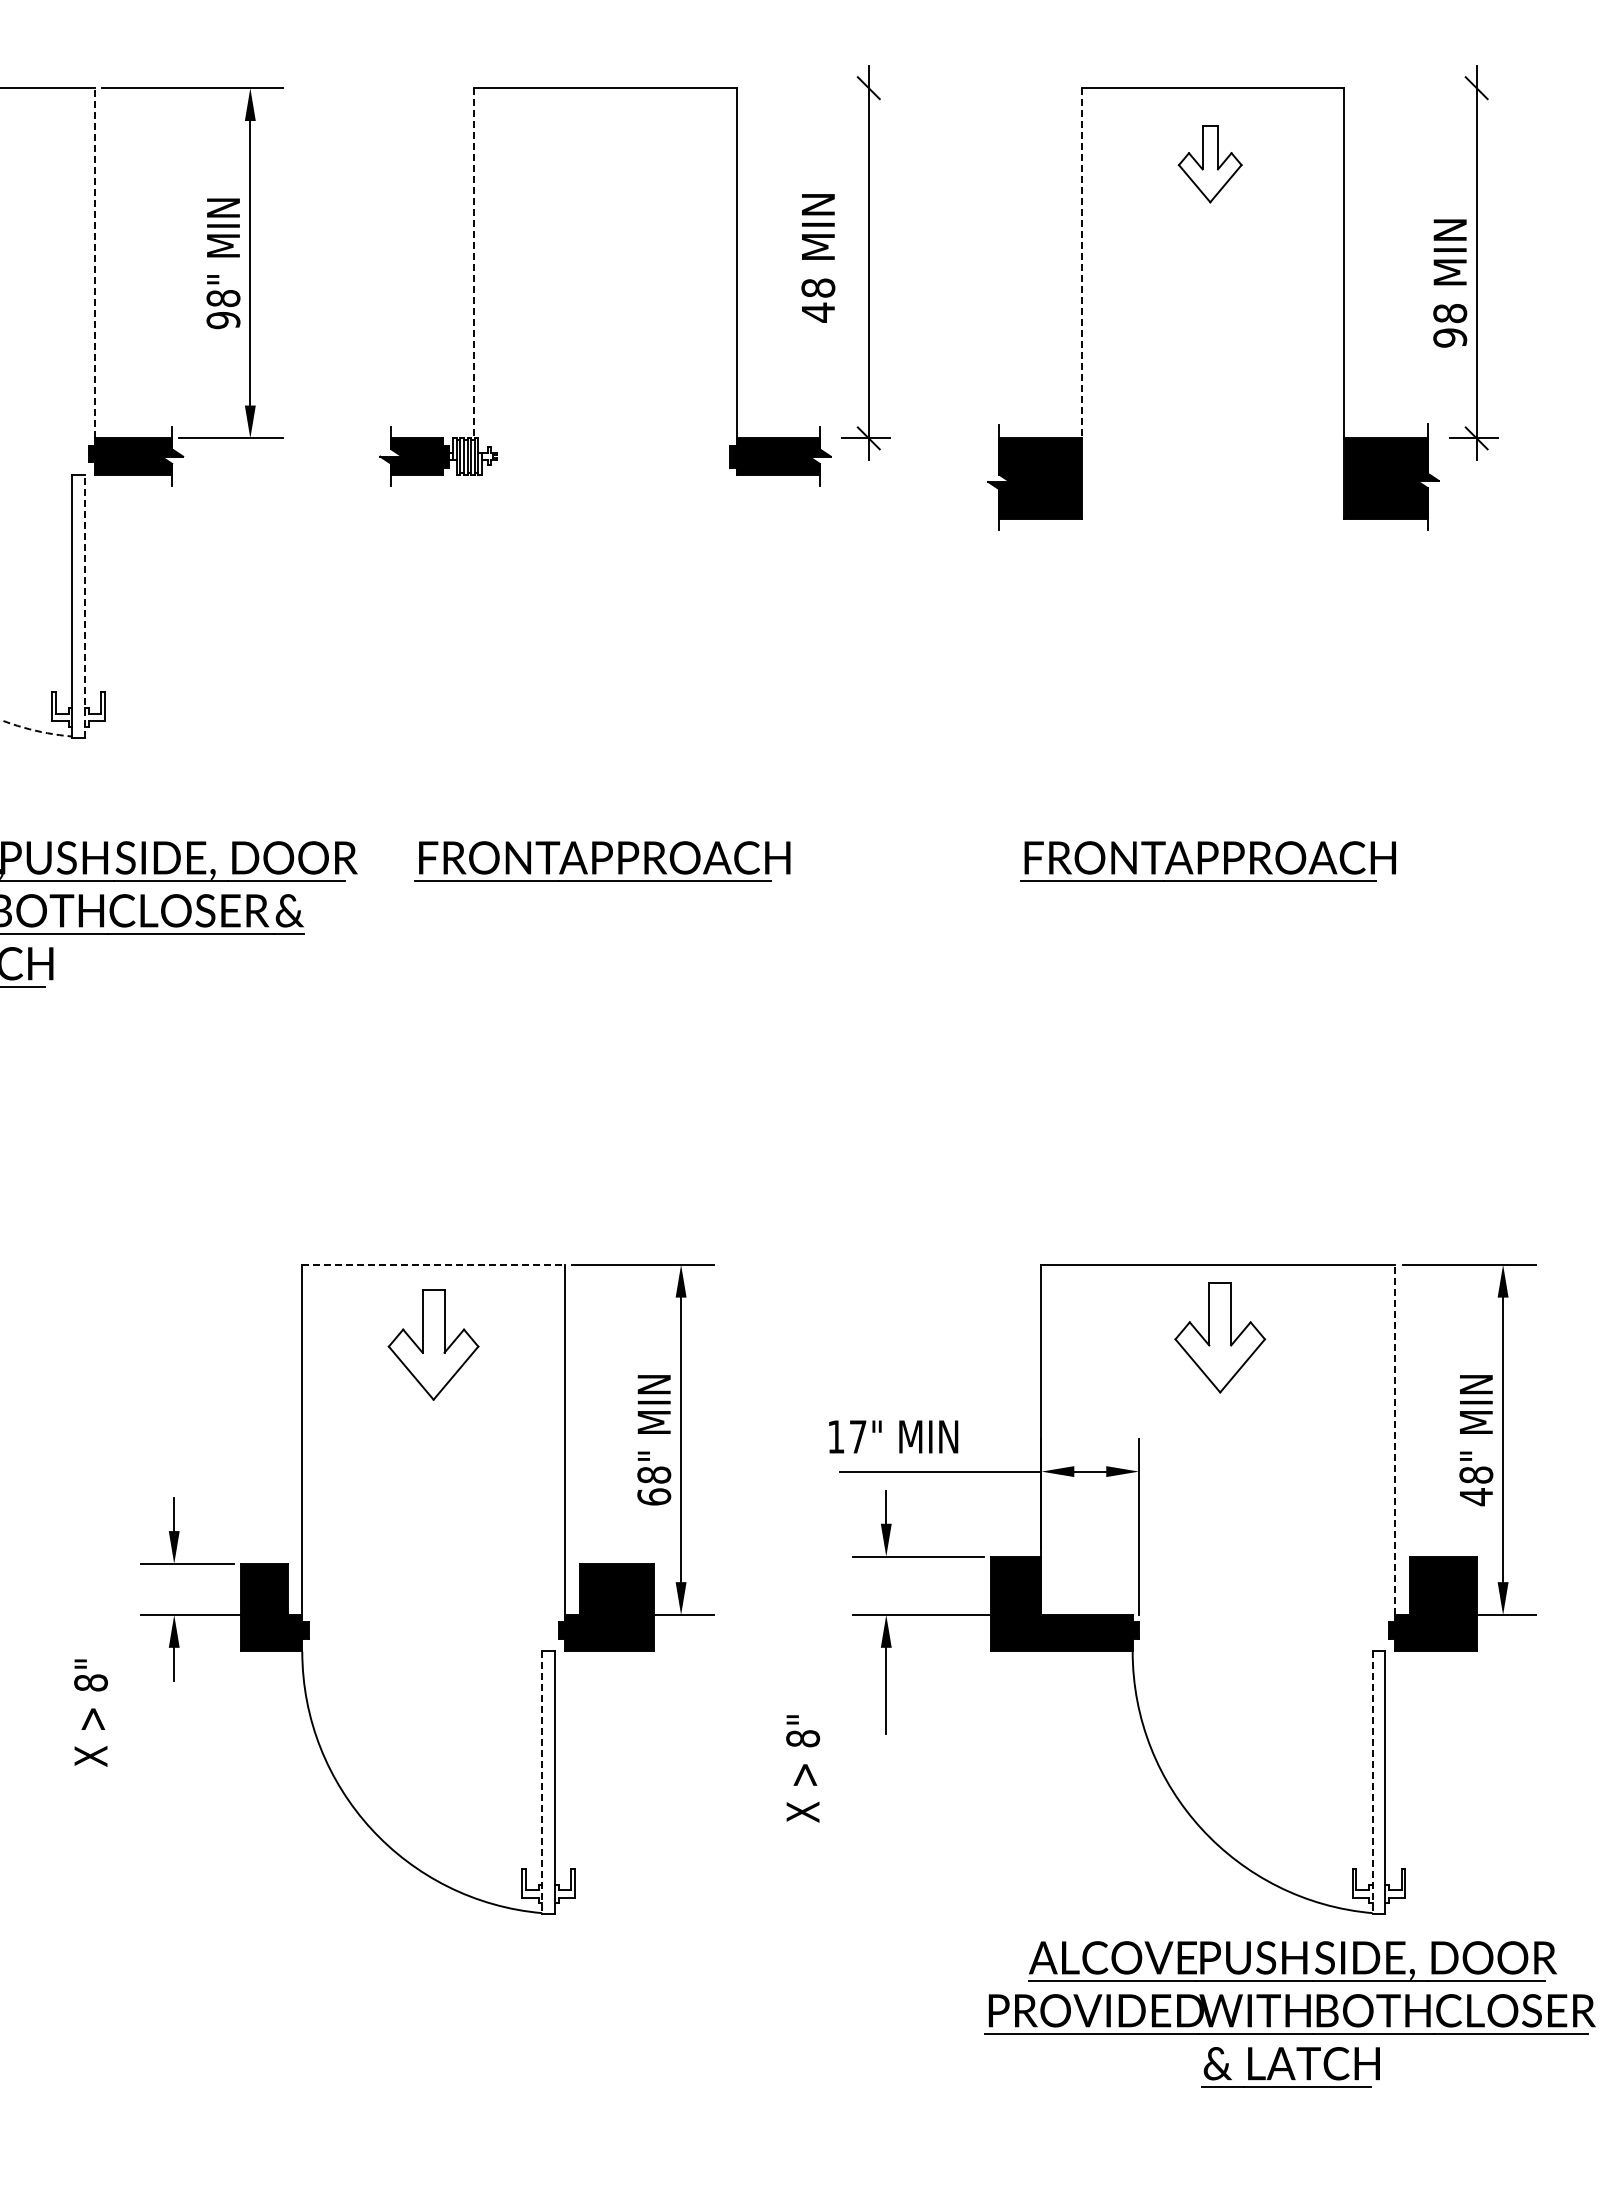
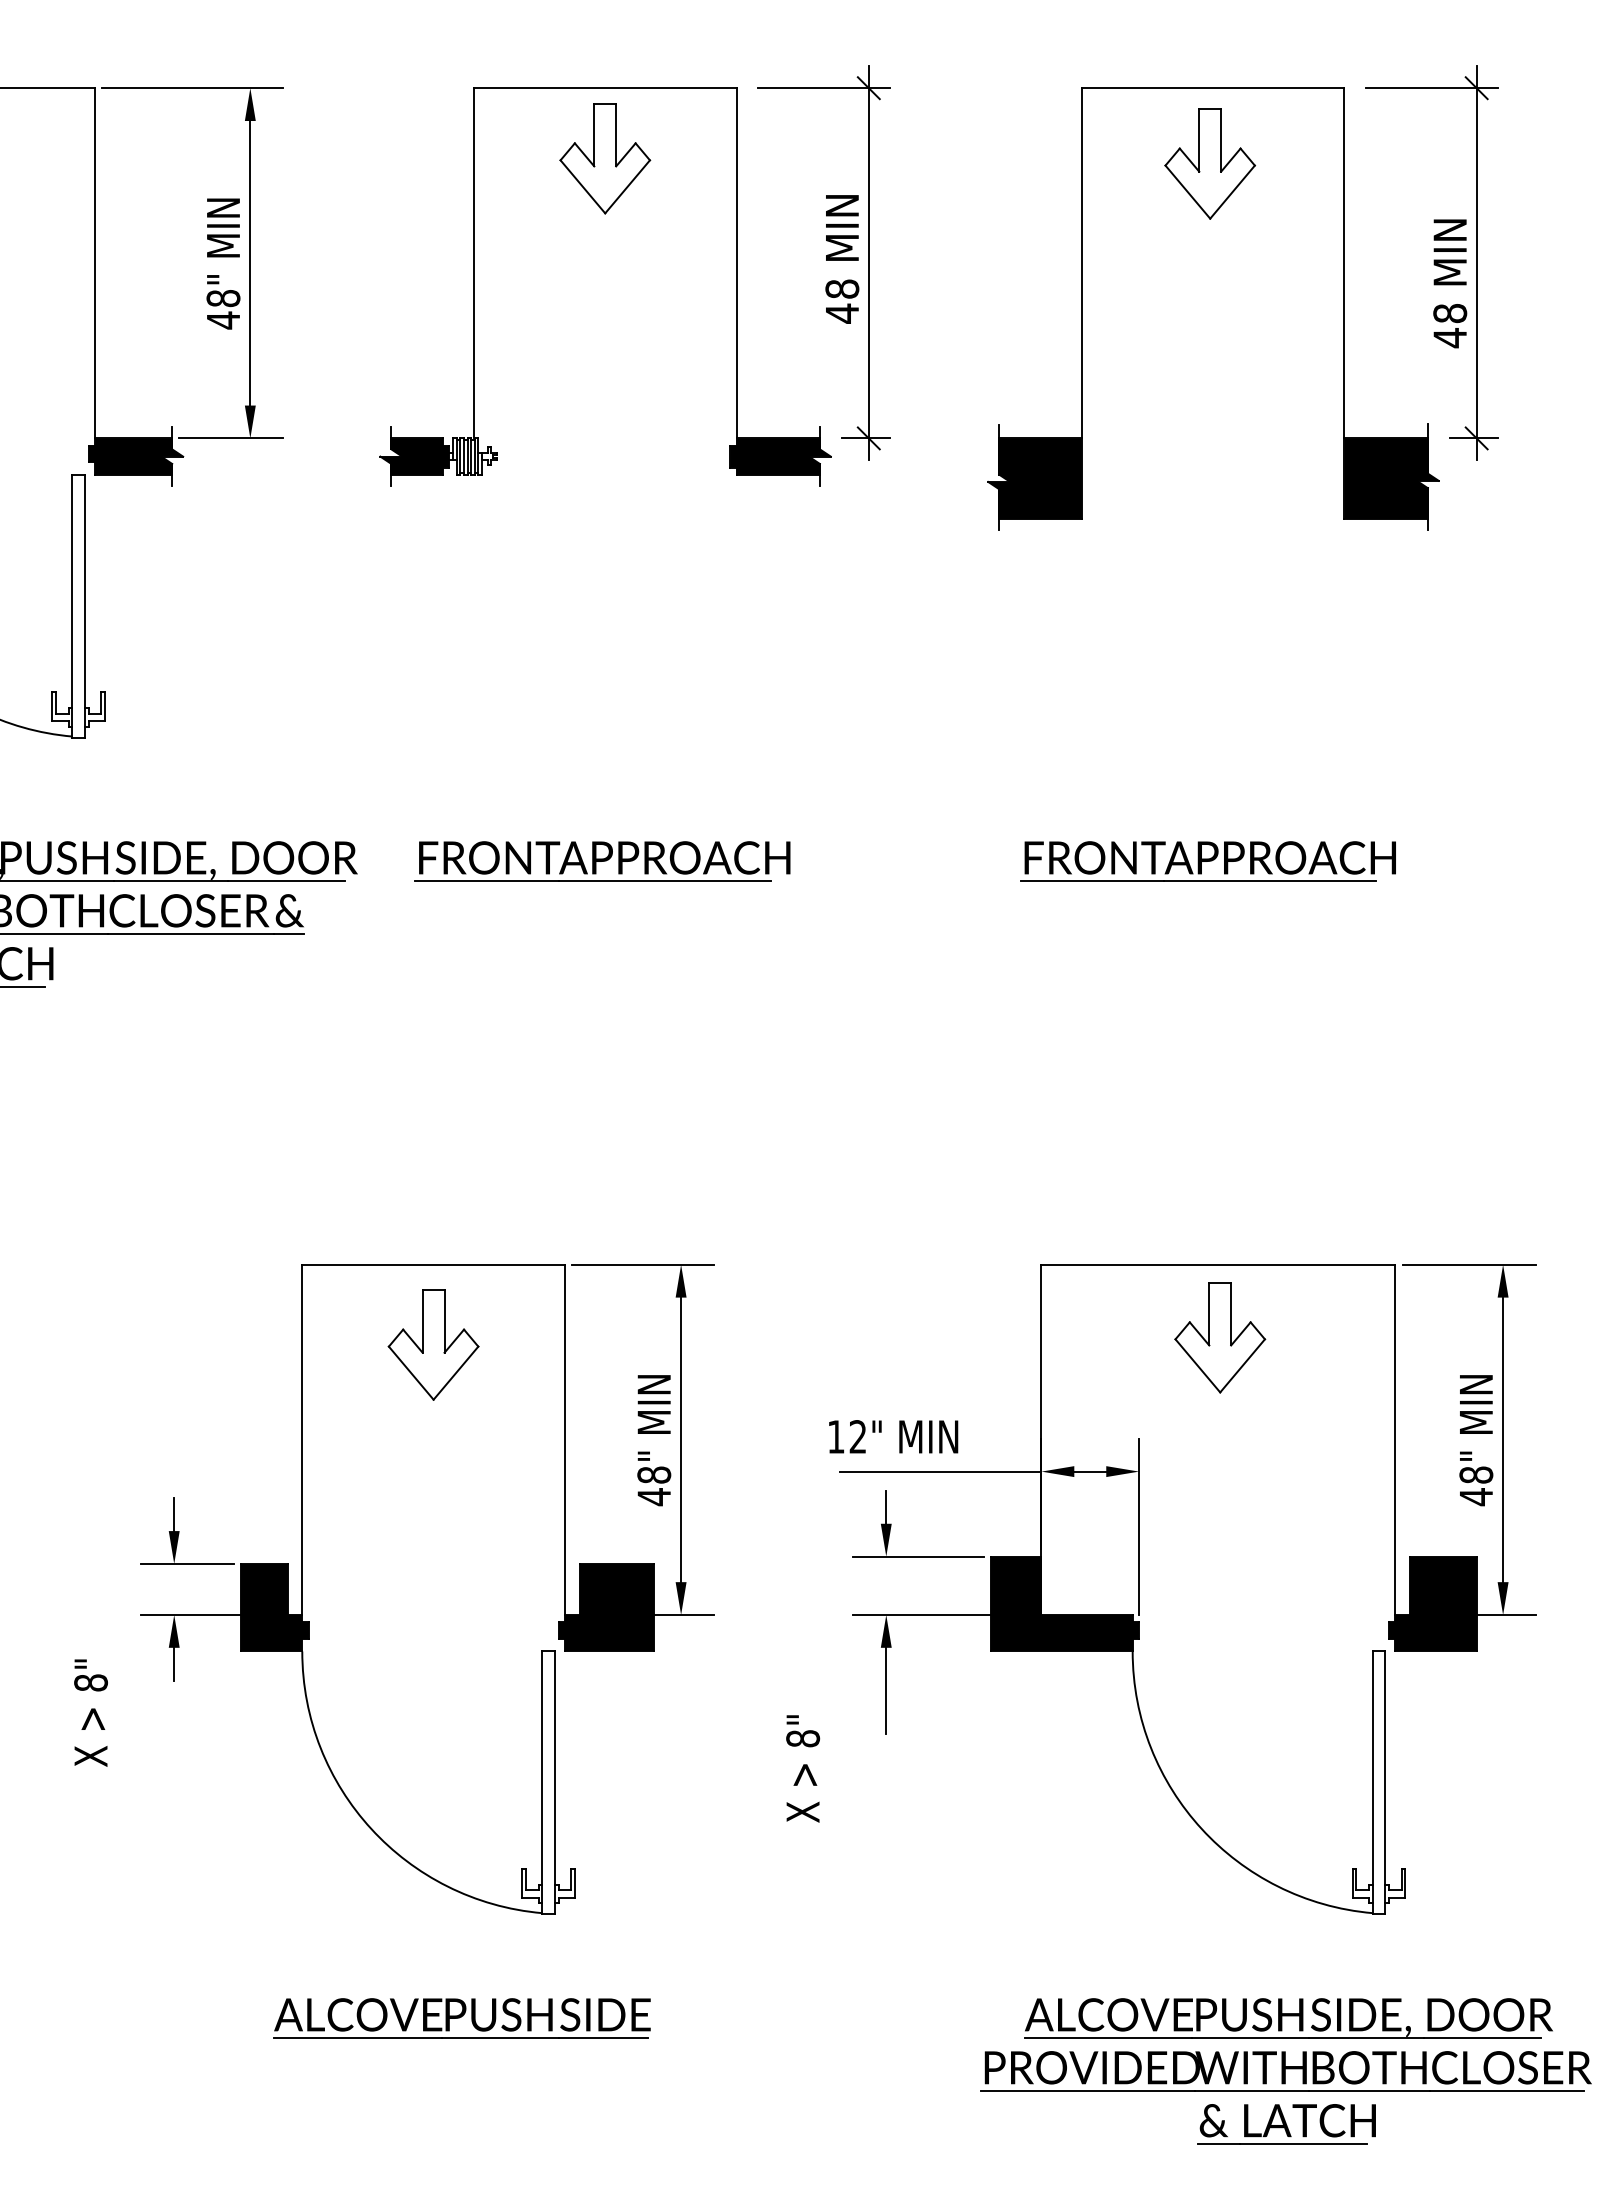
line at (823, 88): none -> present
line at (1431, 88): none -> present
part at (605, 158): none -> present
part at (1209, 164) size: 66x79 px -> 93x112 px
text at (818, 258) position: (818, 258) -> (842, 259)
line at (95, 262): dashed -> solid
line at (473, 263): dashed -> solid
line at (1081, 263): dashed -> solid
text at (223, 320): 98" -> 48"
text at (1450, 338): 98 -> 48
line at (85, 605): dashed -> solid
arc at (35, 730): dashed -> solid
line at (434, 1264): dashed -> solid
text at (857, 1436): 17" -> 12"
line at (1395, 1439): dashed -> solid
text at (654, 1497): 68" -> 48"
line at (542, 1783): dashed -> solid
line at (1372, 1783): dashed -> solid
part at (1289, 2014) position: (1289, 2014) -> (1285, 2071)
part at (461, 2018): none -> present
